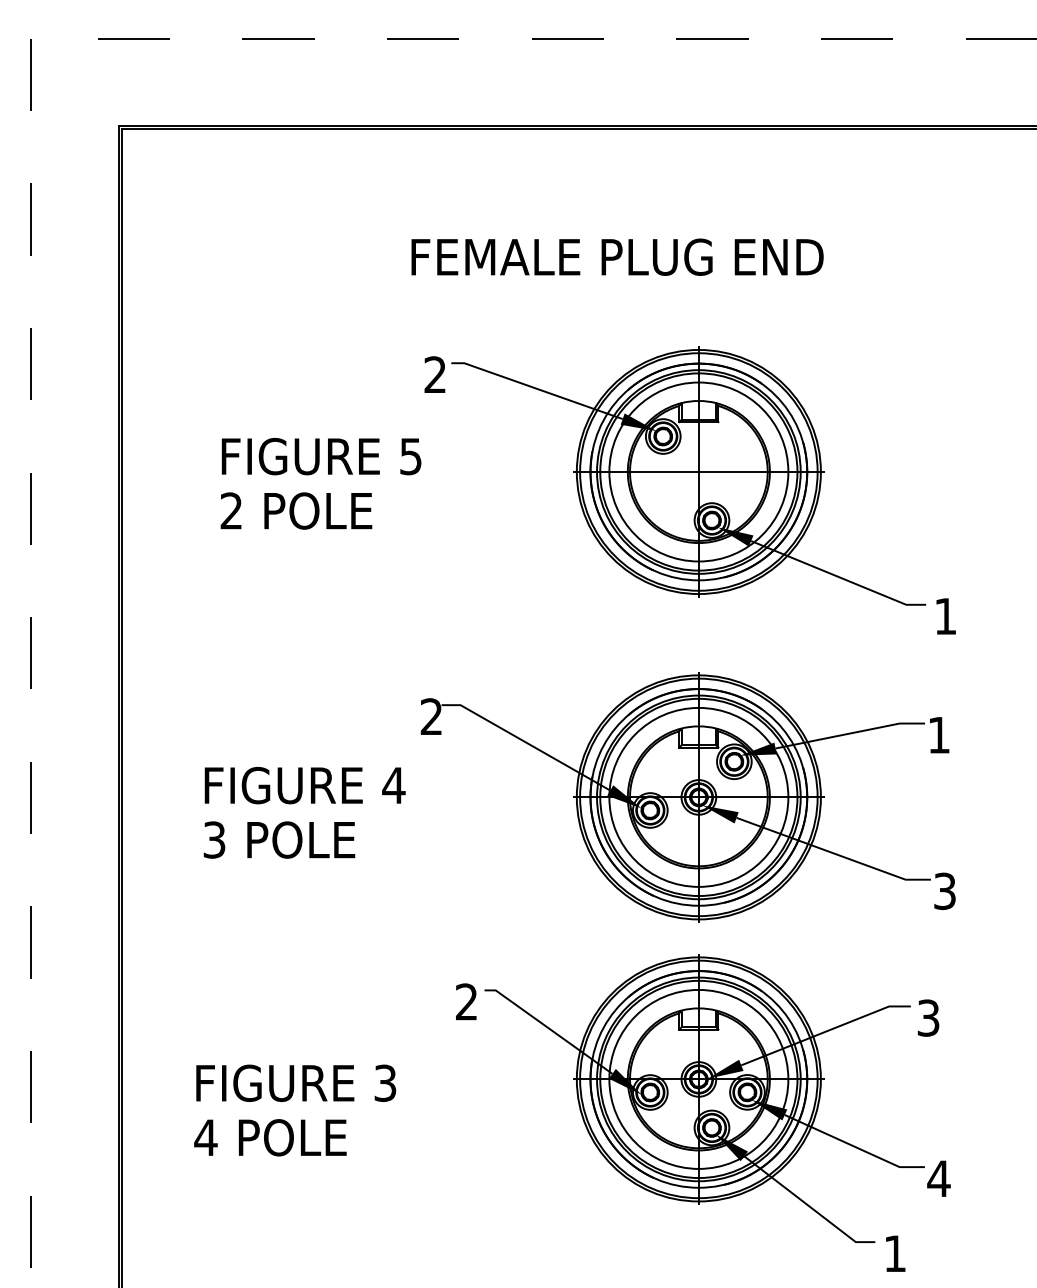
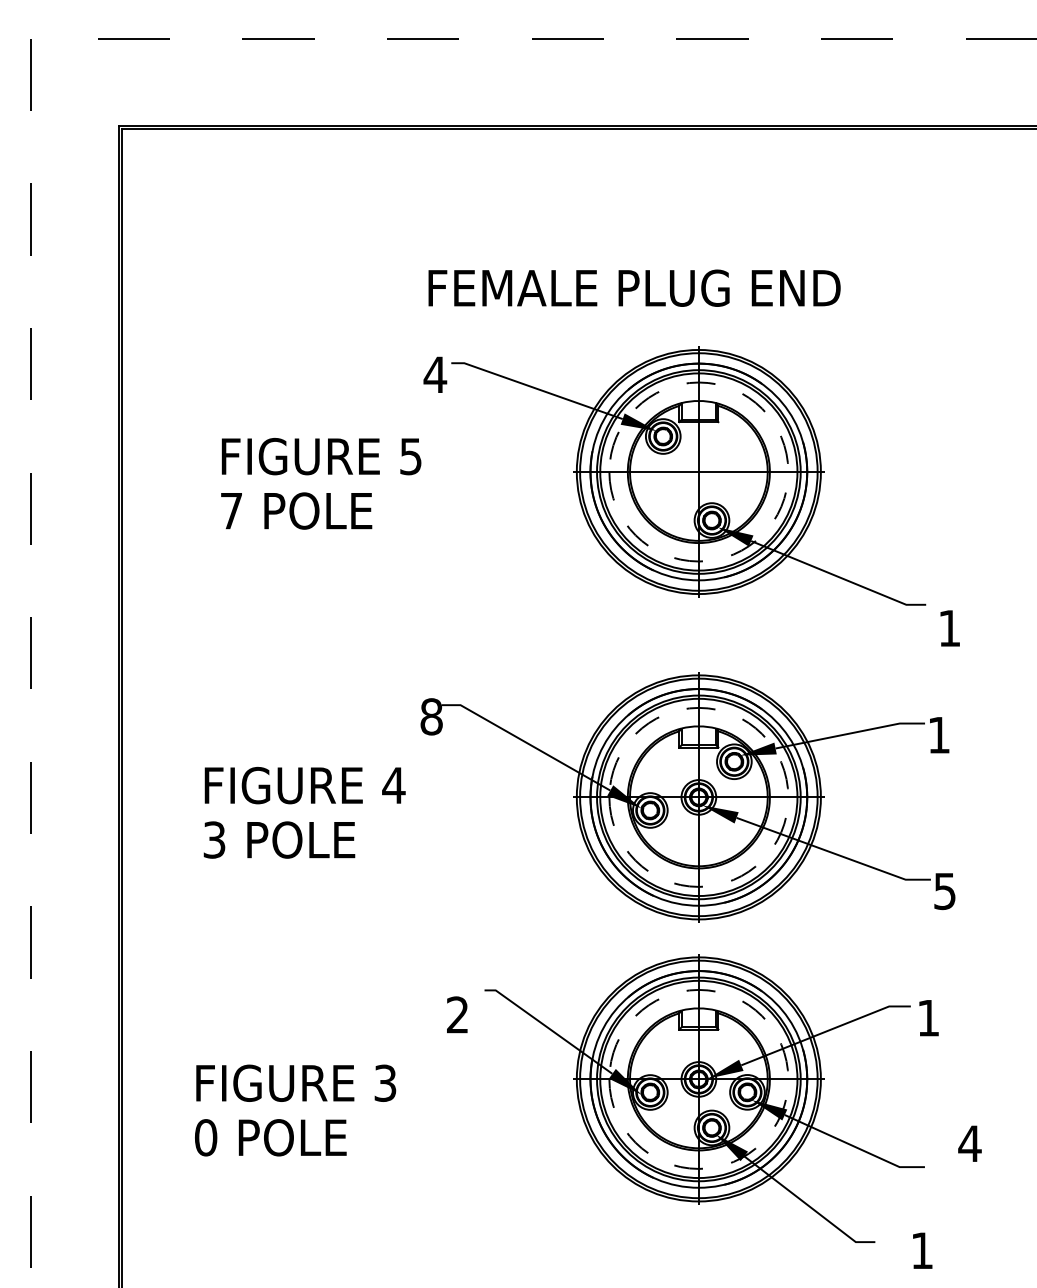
text at (617, 256) position: (617, 256) -> (634, 287)
text at (435, 374): 2 -> 4
circle at (698, 471): solid -> dashed
text at (230, 510): 2 -> 7
text at (945, 616) position: (945, 616) -> (949, 628)
text at (431, 716): 2 -> 8
circle at (698, 796): solid -> dashed
text at (944, 890): 3 -> 5
text at (466, 1001) position: (466, 1001) -> (457, 1014)
text at (928, 1017): 3 -> 1
circle at (698, 1078): solid -> dashed
text at (205, 1137): 4 -> 0
text at (938, 1178) position: (938, 1178) -> (969, 1143)
text at (895, 1253) position: (895, 1253) -> (922, 1250)
